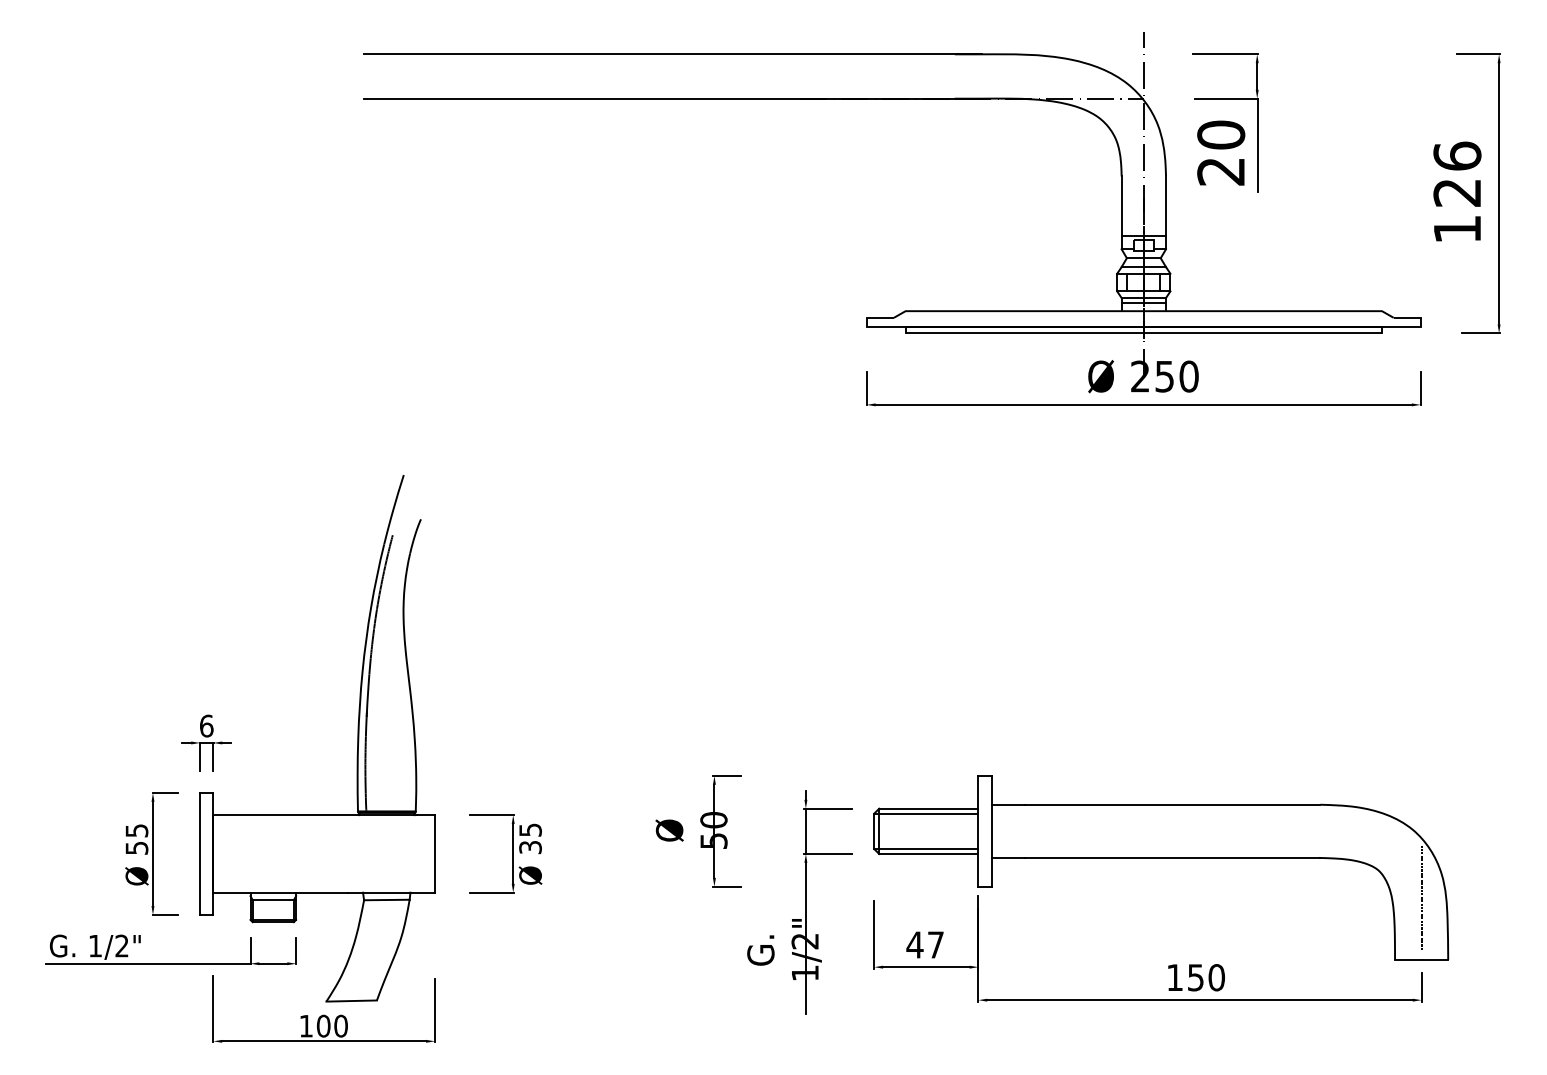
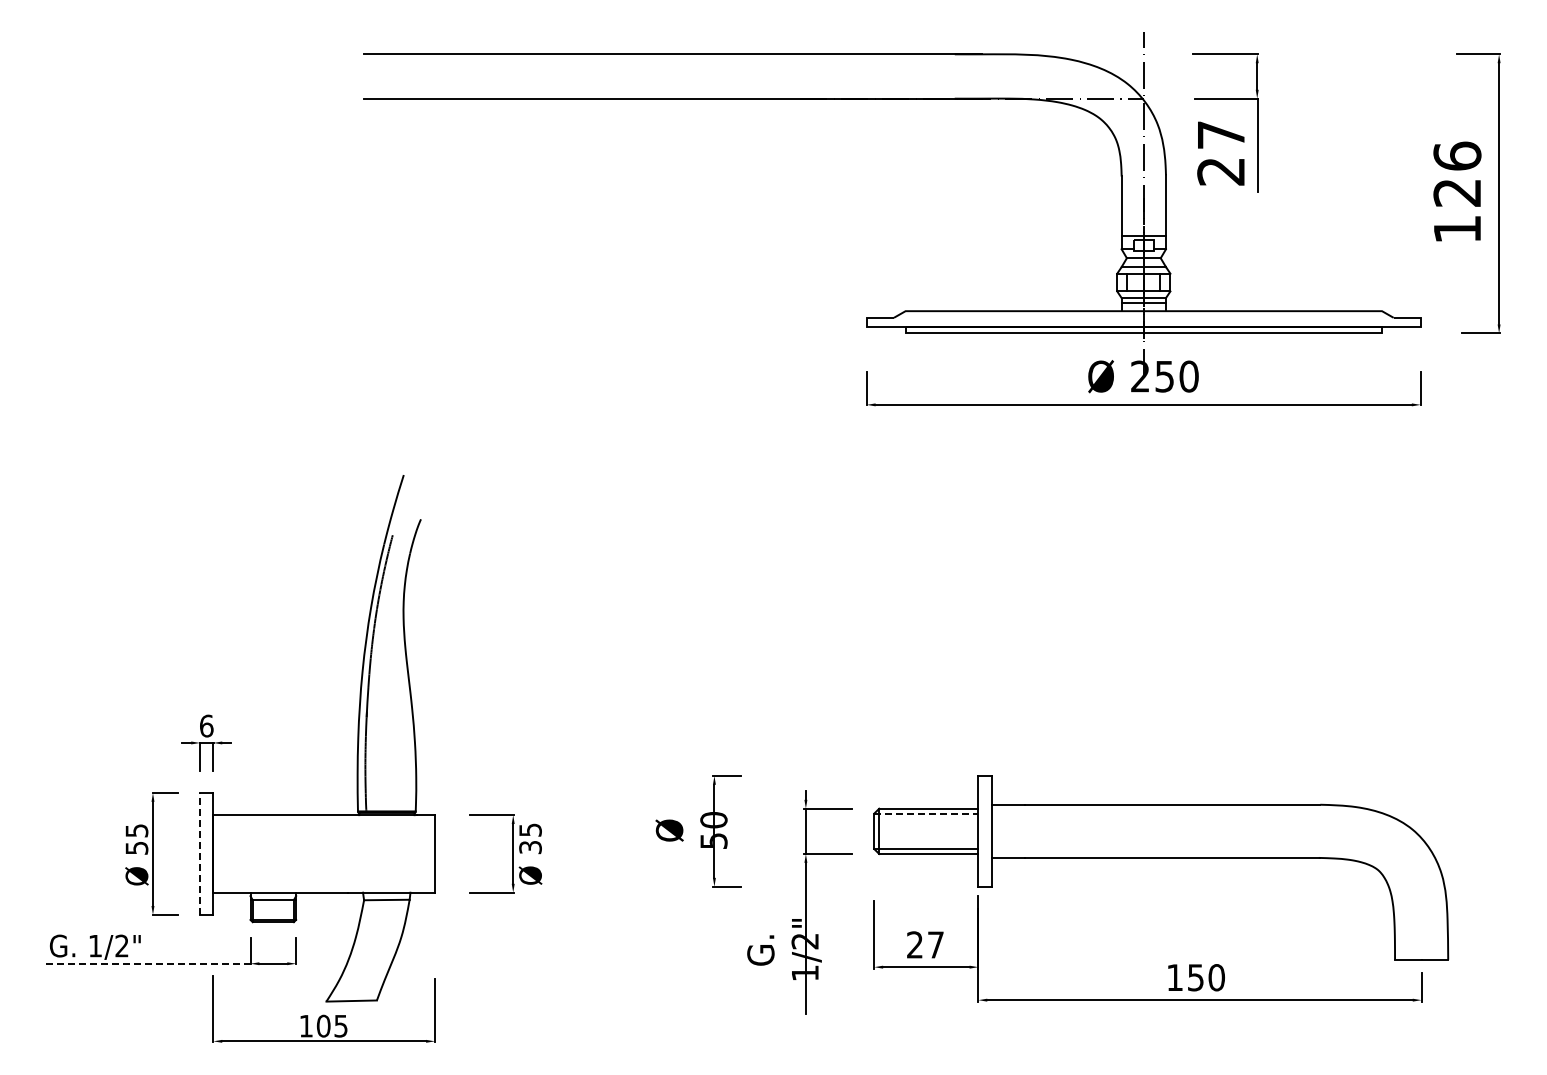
text at (1221, 134): 20 -> 27
line at (926, 813): solid -> dashed
line at (200, 853): solid -> dashed
line at (1421, 897): present -> none
text at (914, 944): 47 -> 27
line at (147, 963): solid -> dashed
text at (340, 1025): 100 -> 105
